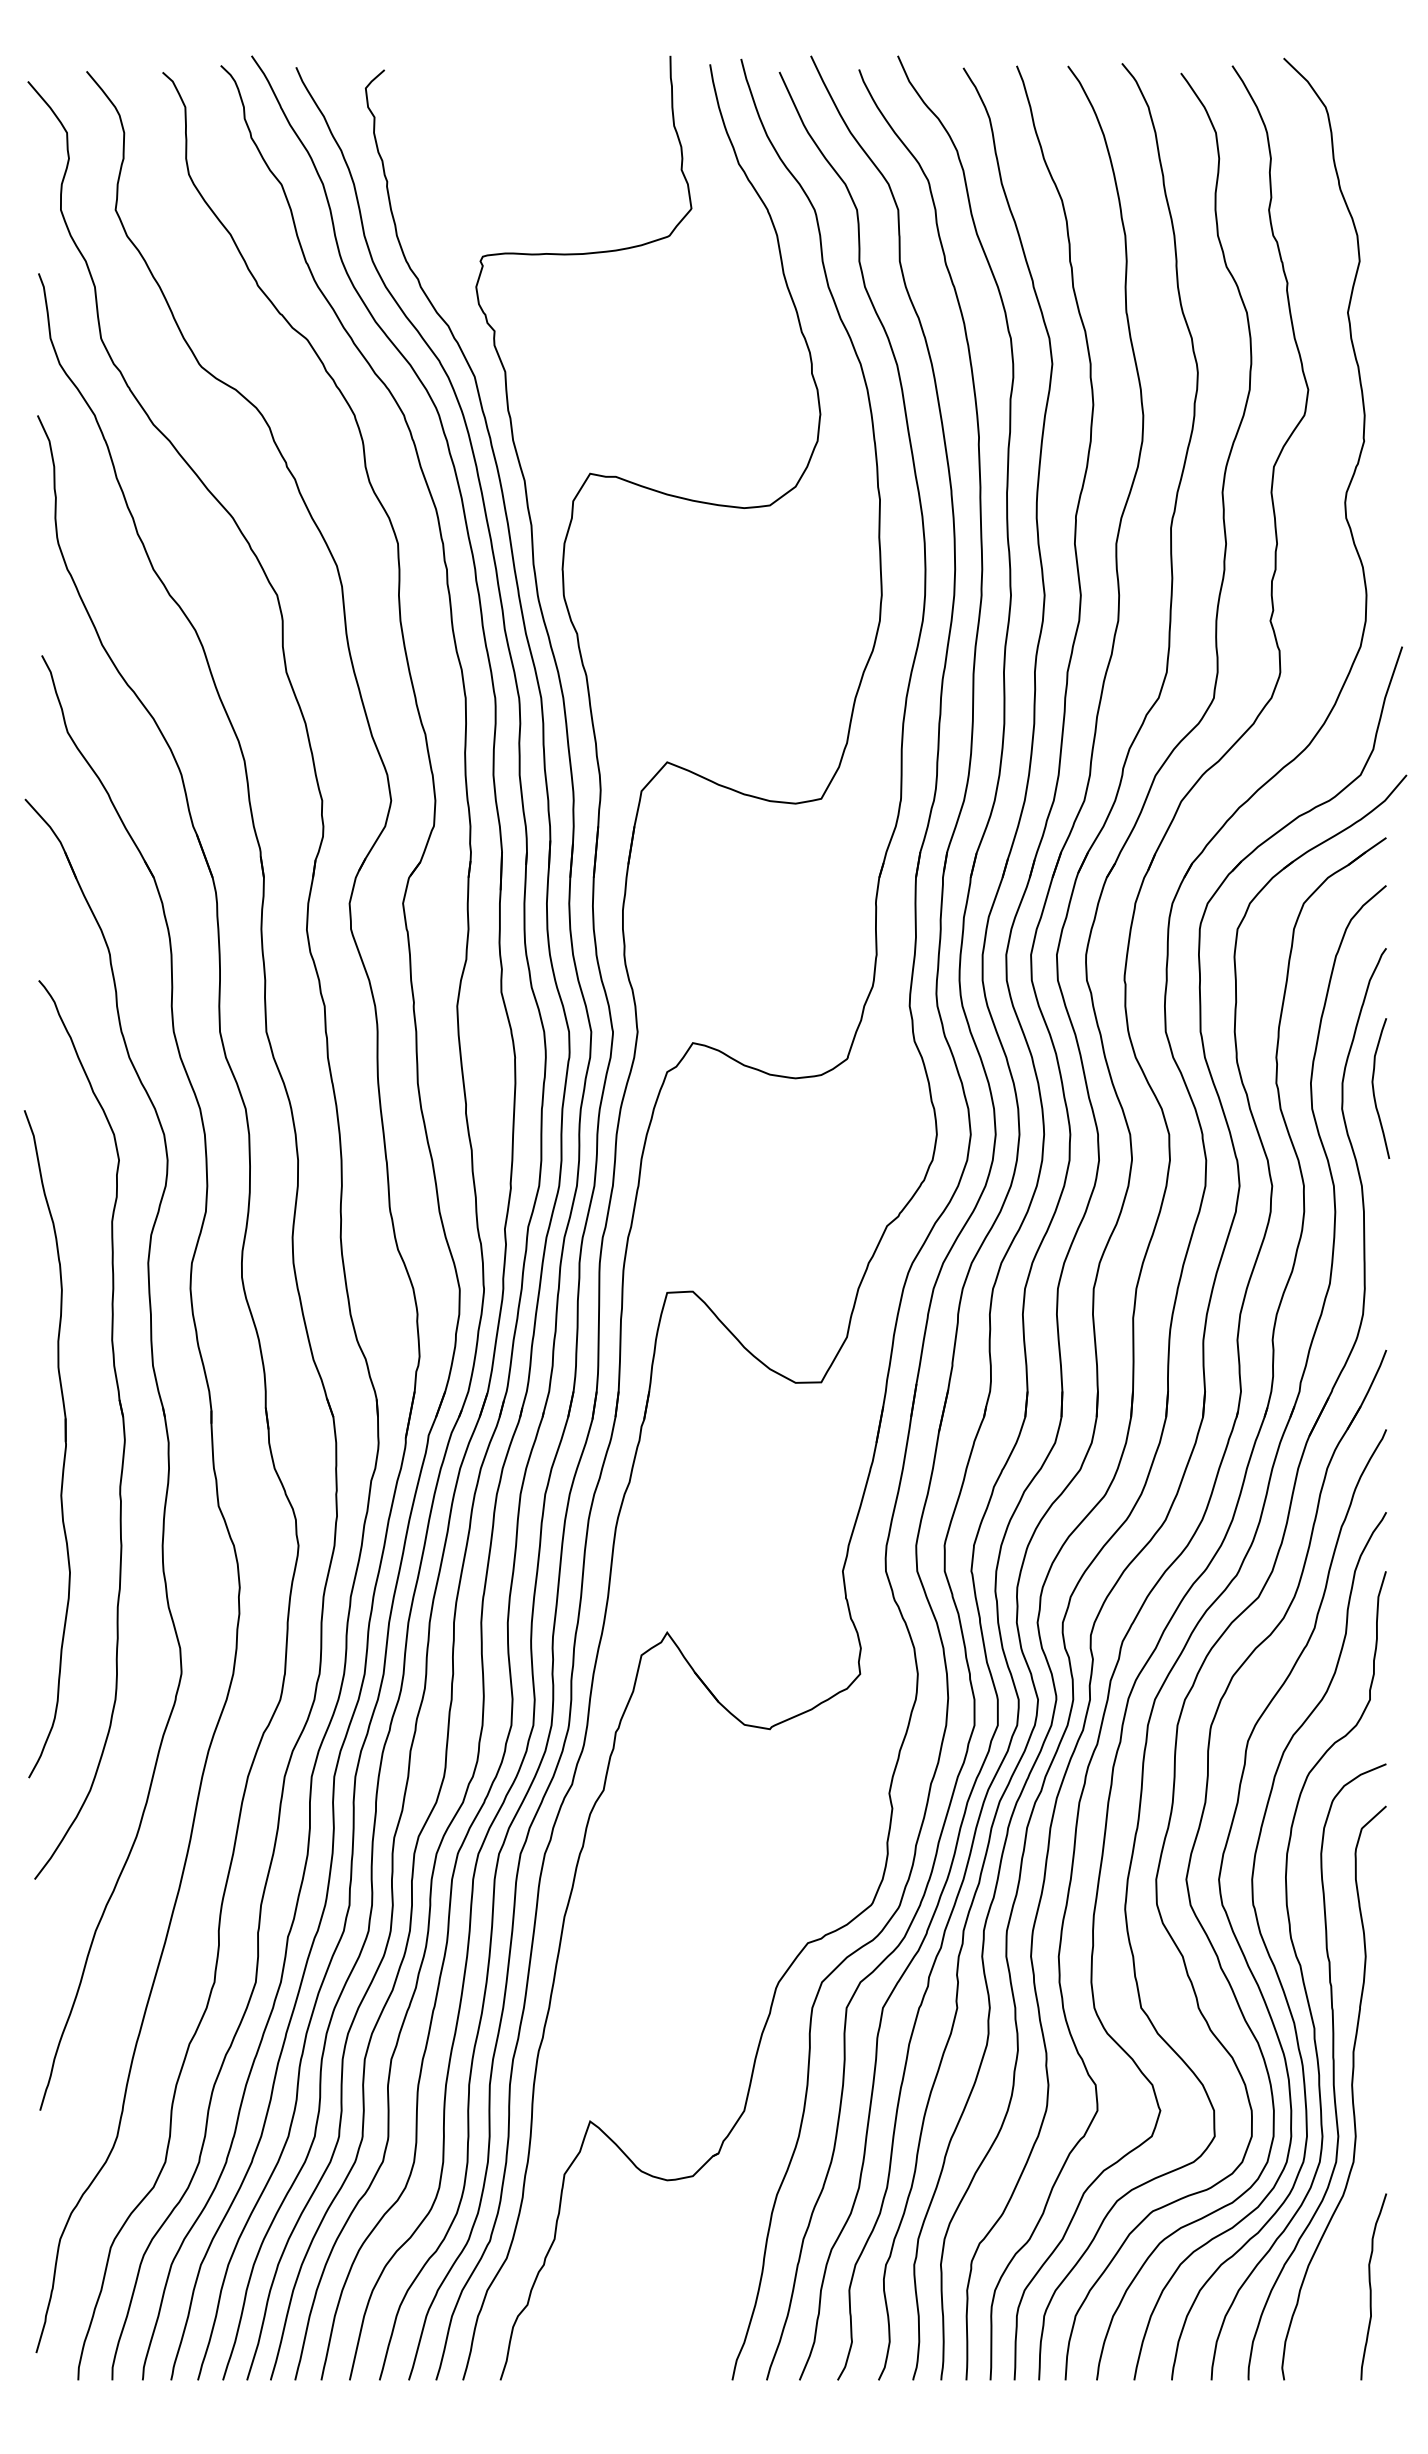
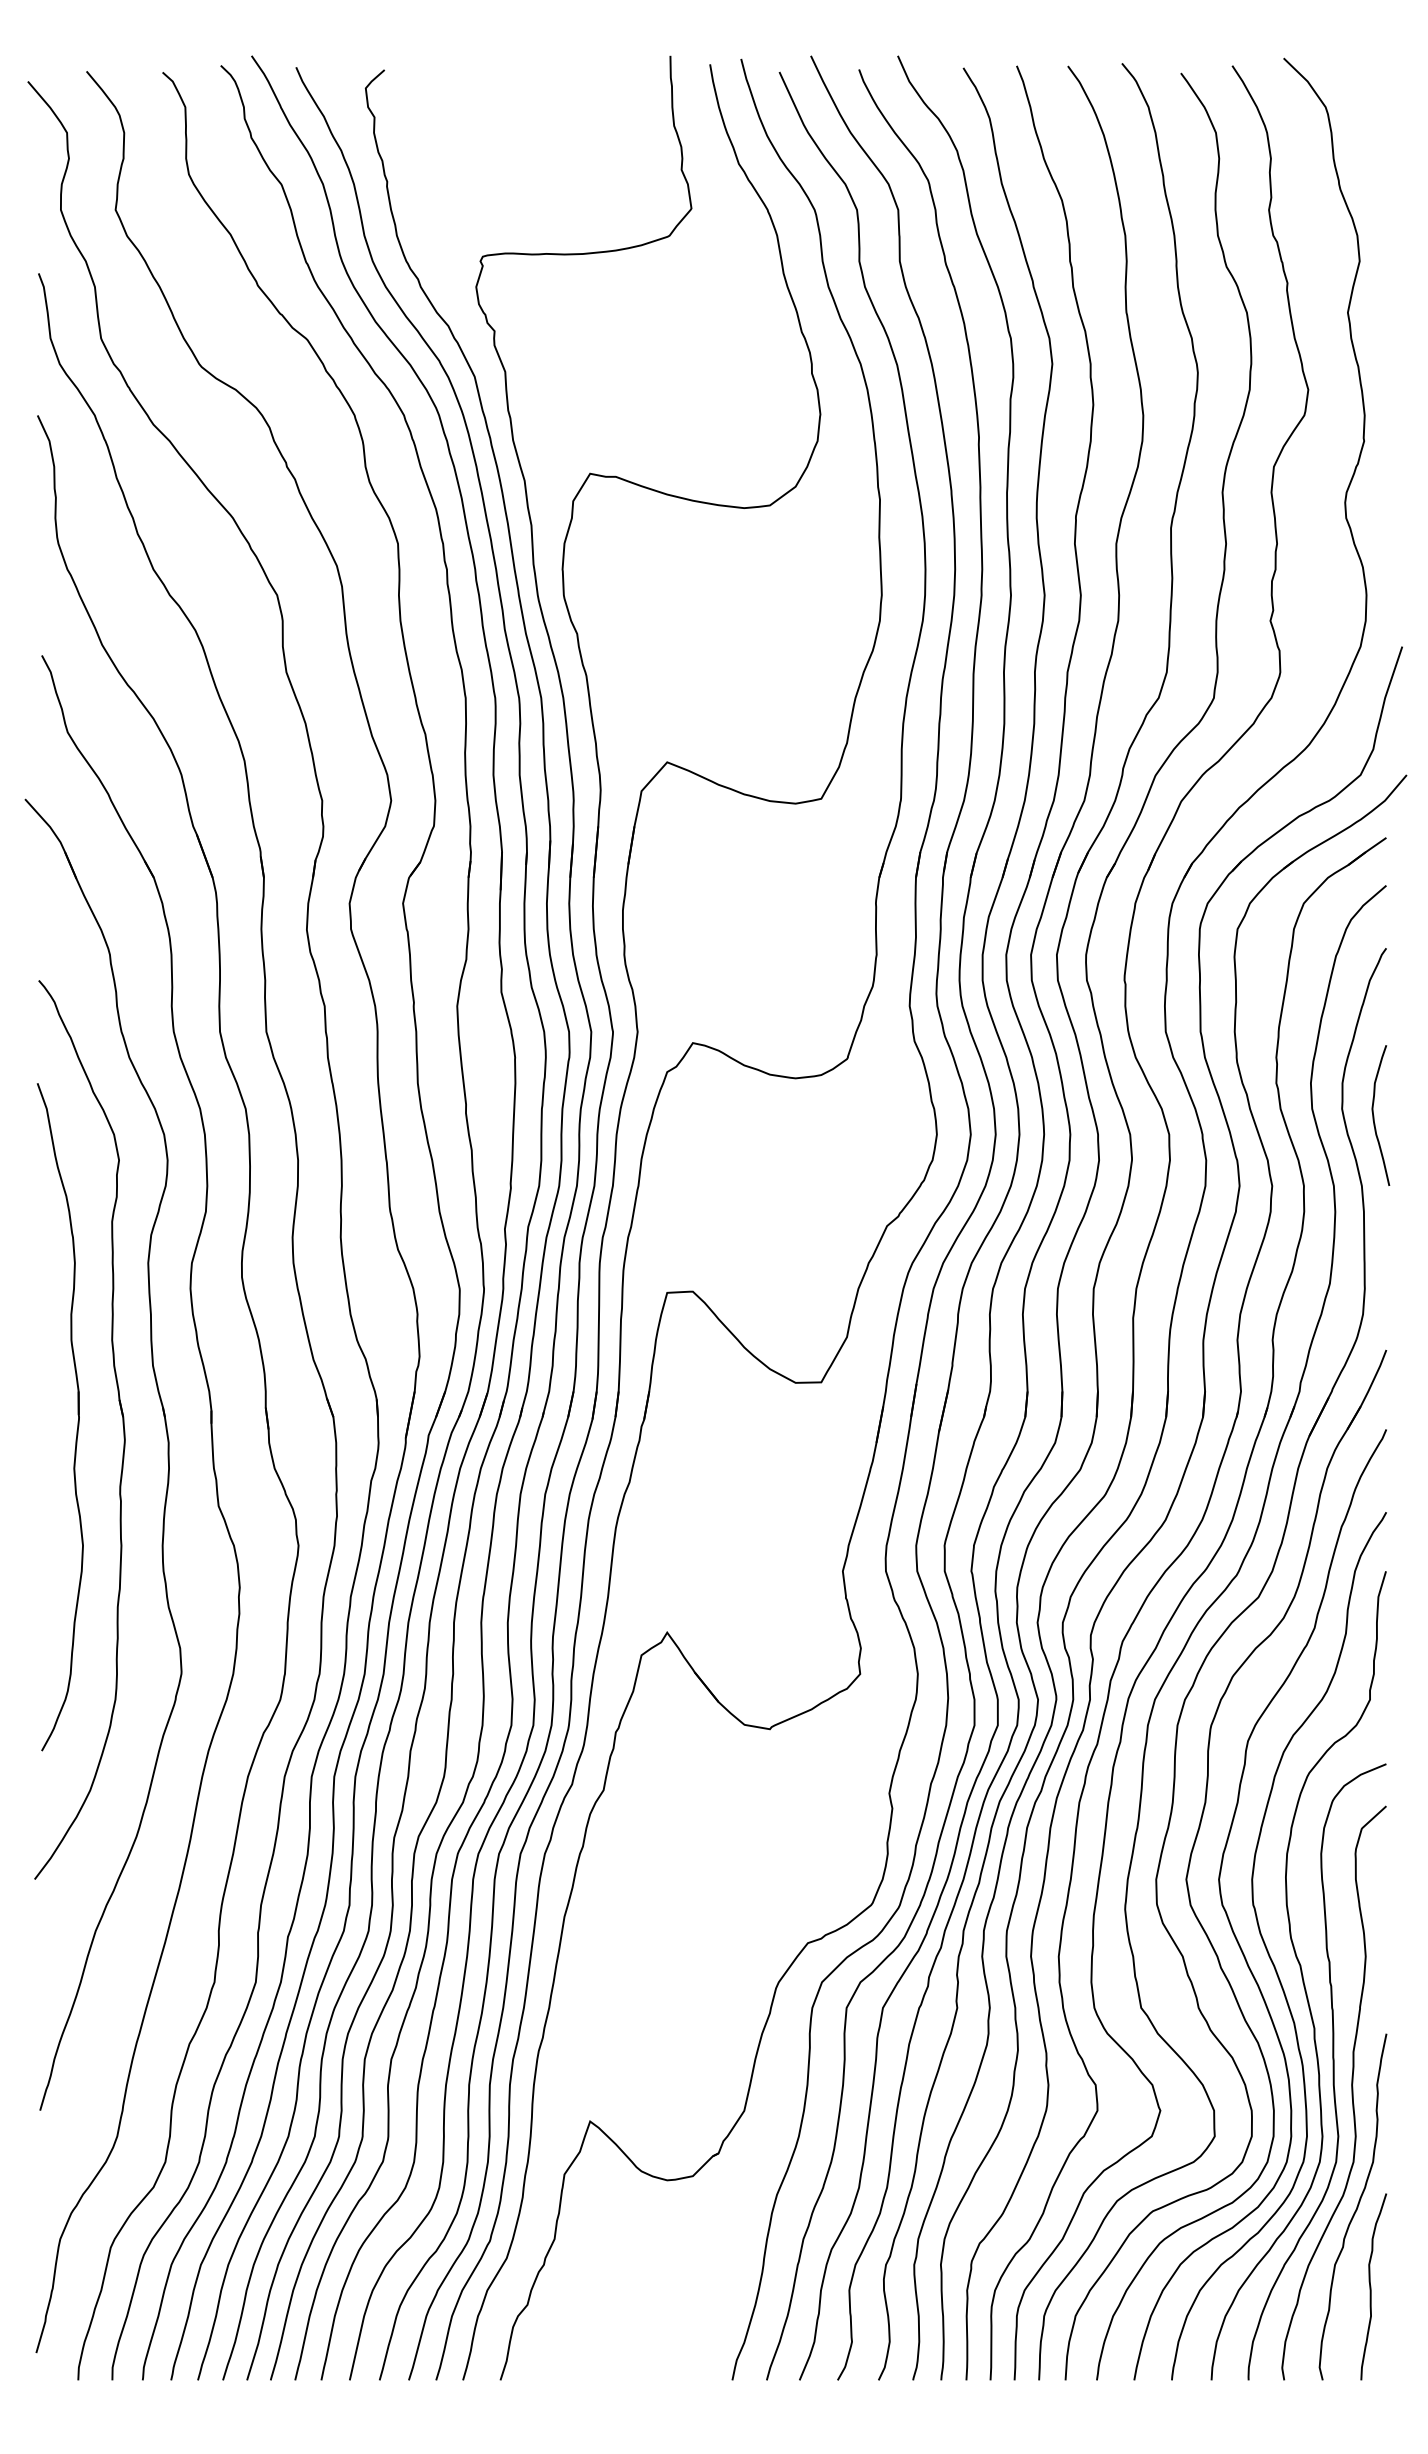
curve at (1374, 1088) position: (1374, 1088) -> (1374, 1115)
part at (64, 1441) position: (64, 1441) -> (77, 1414)
curve at (1356, 2206): none -> present
